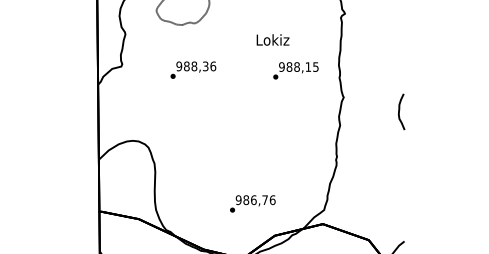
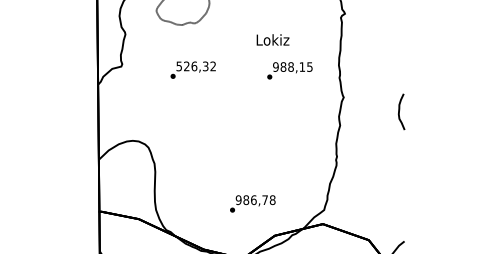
text at (196, 66): 988,36 -> 526,32
text at (295, 70) position: (295, 70) -> (289, 70)
text at (272, 199): 986,76 -> 986,78
